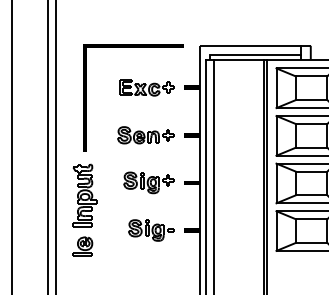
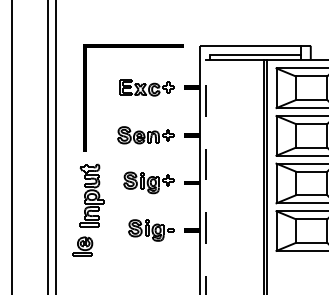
line at (214, 175): present -> none
line at (206, 176): solid -> dashed
part at (84, 195) position: (84, 195) -> (91, 195)
